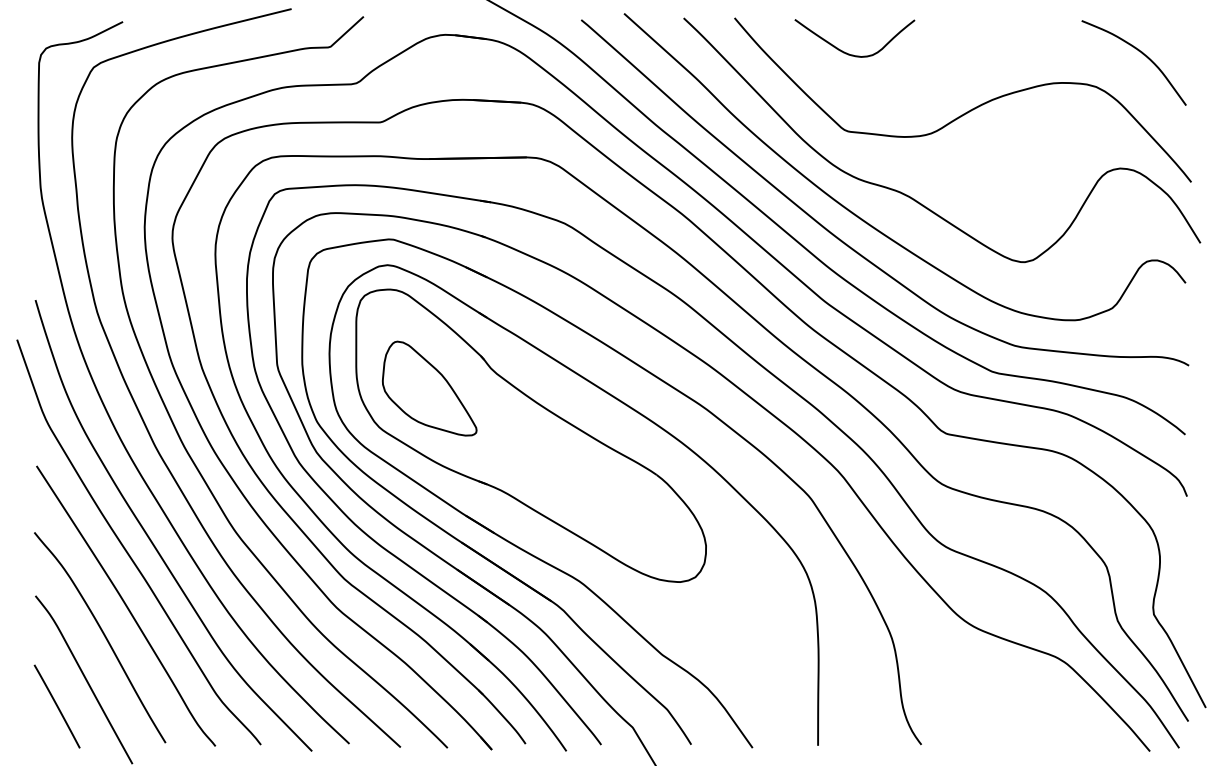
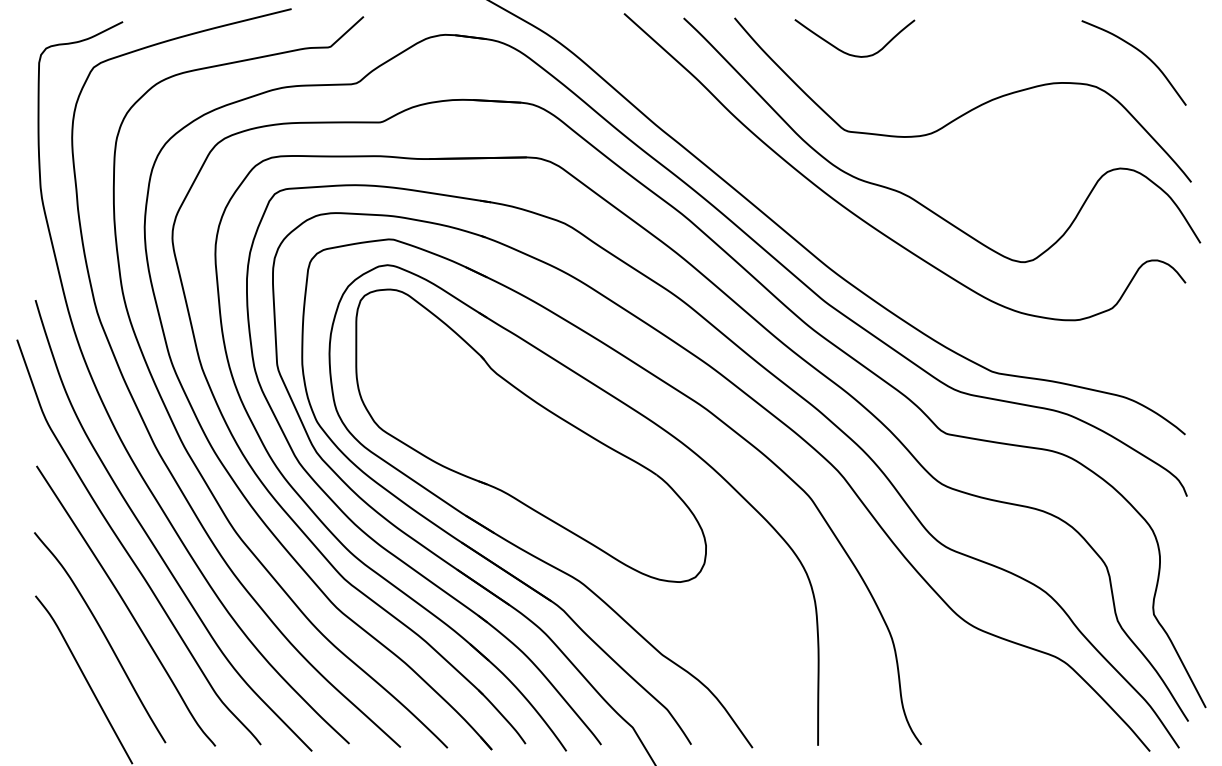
curve at (845, 242): present -> none
part at (429, 388): present -> none
line at (56, 706): present -> none
